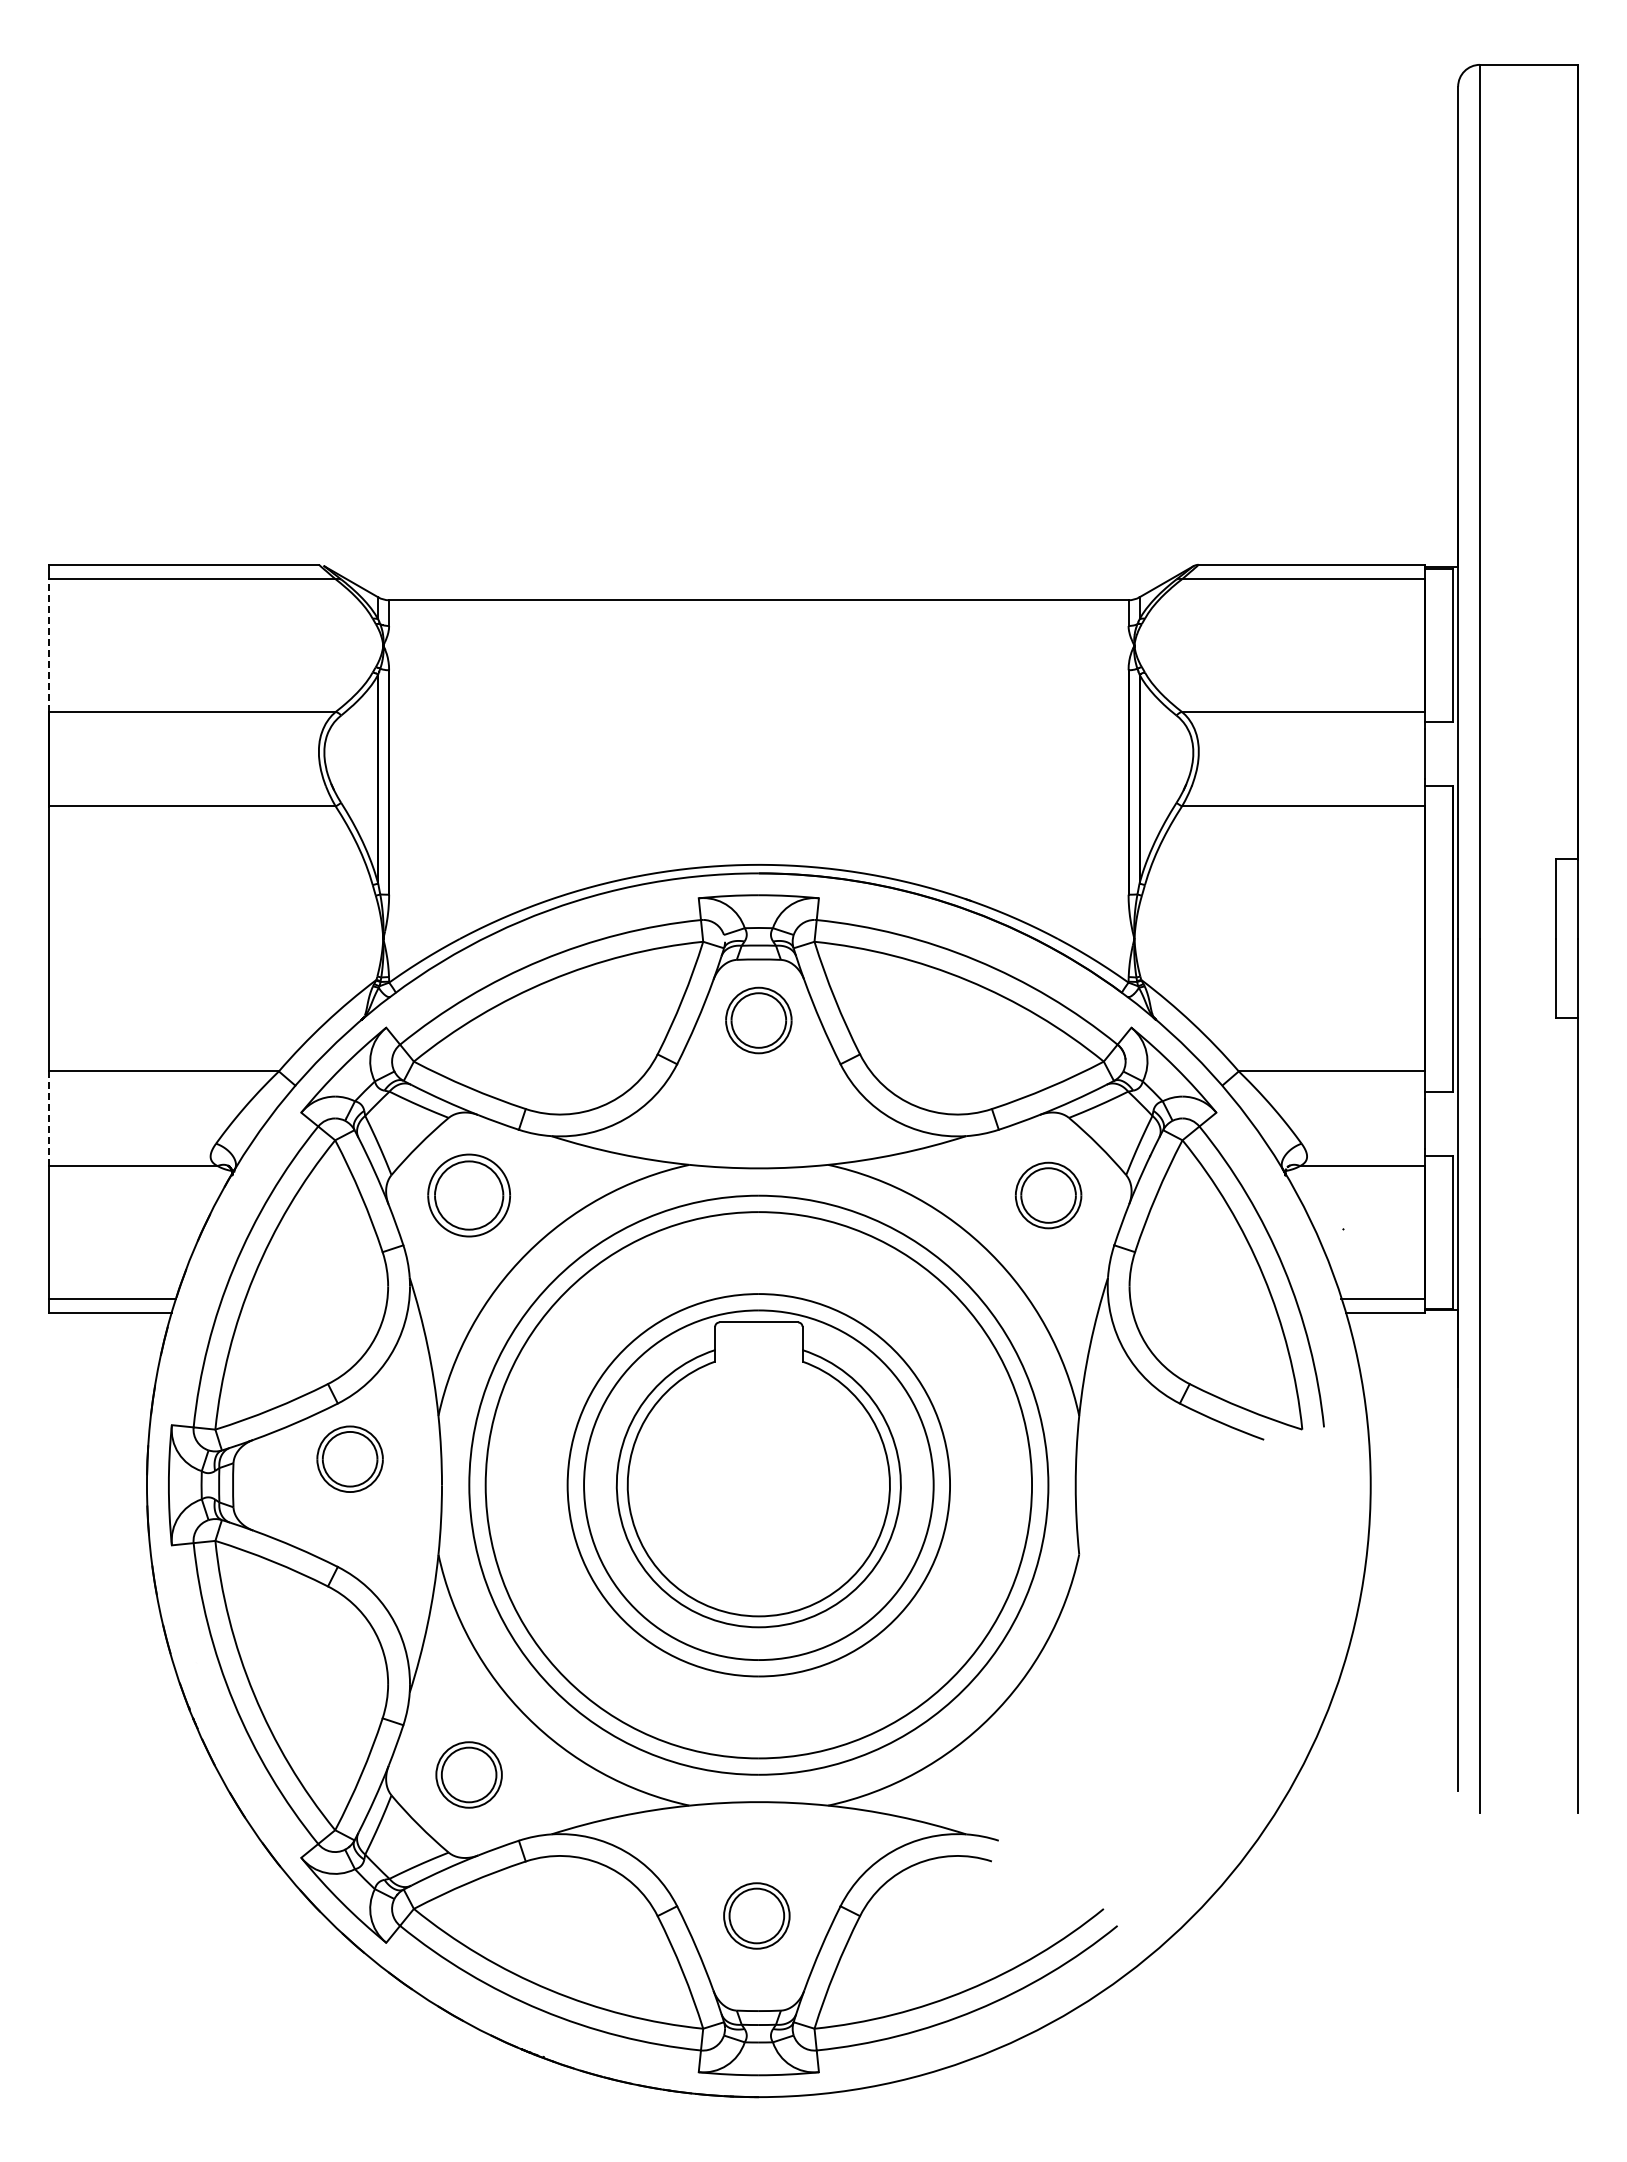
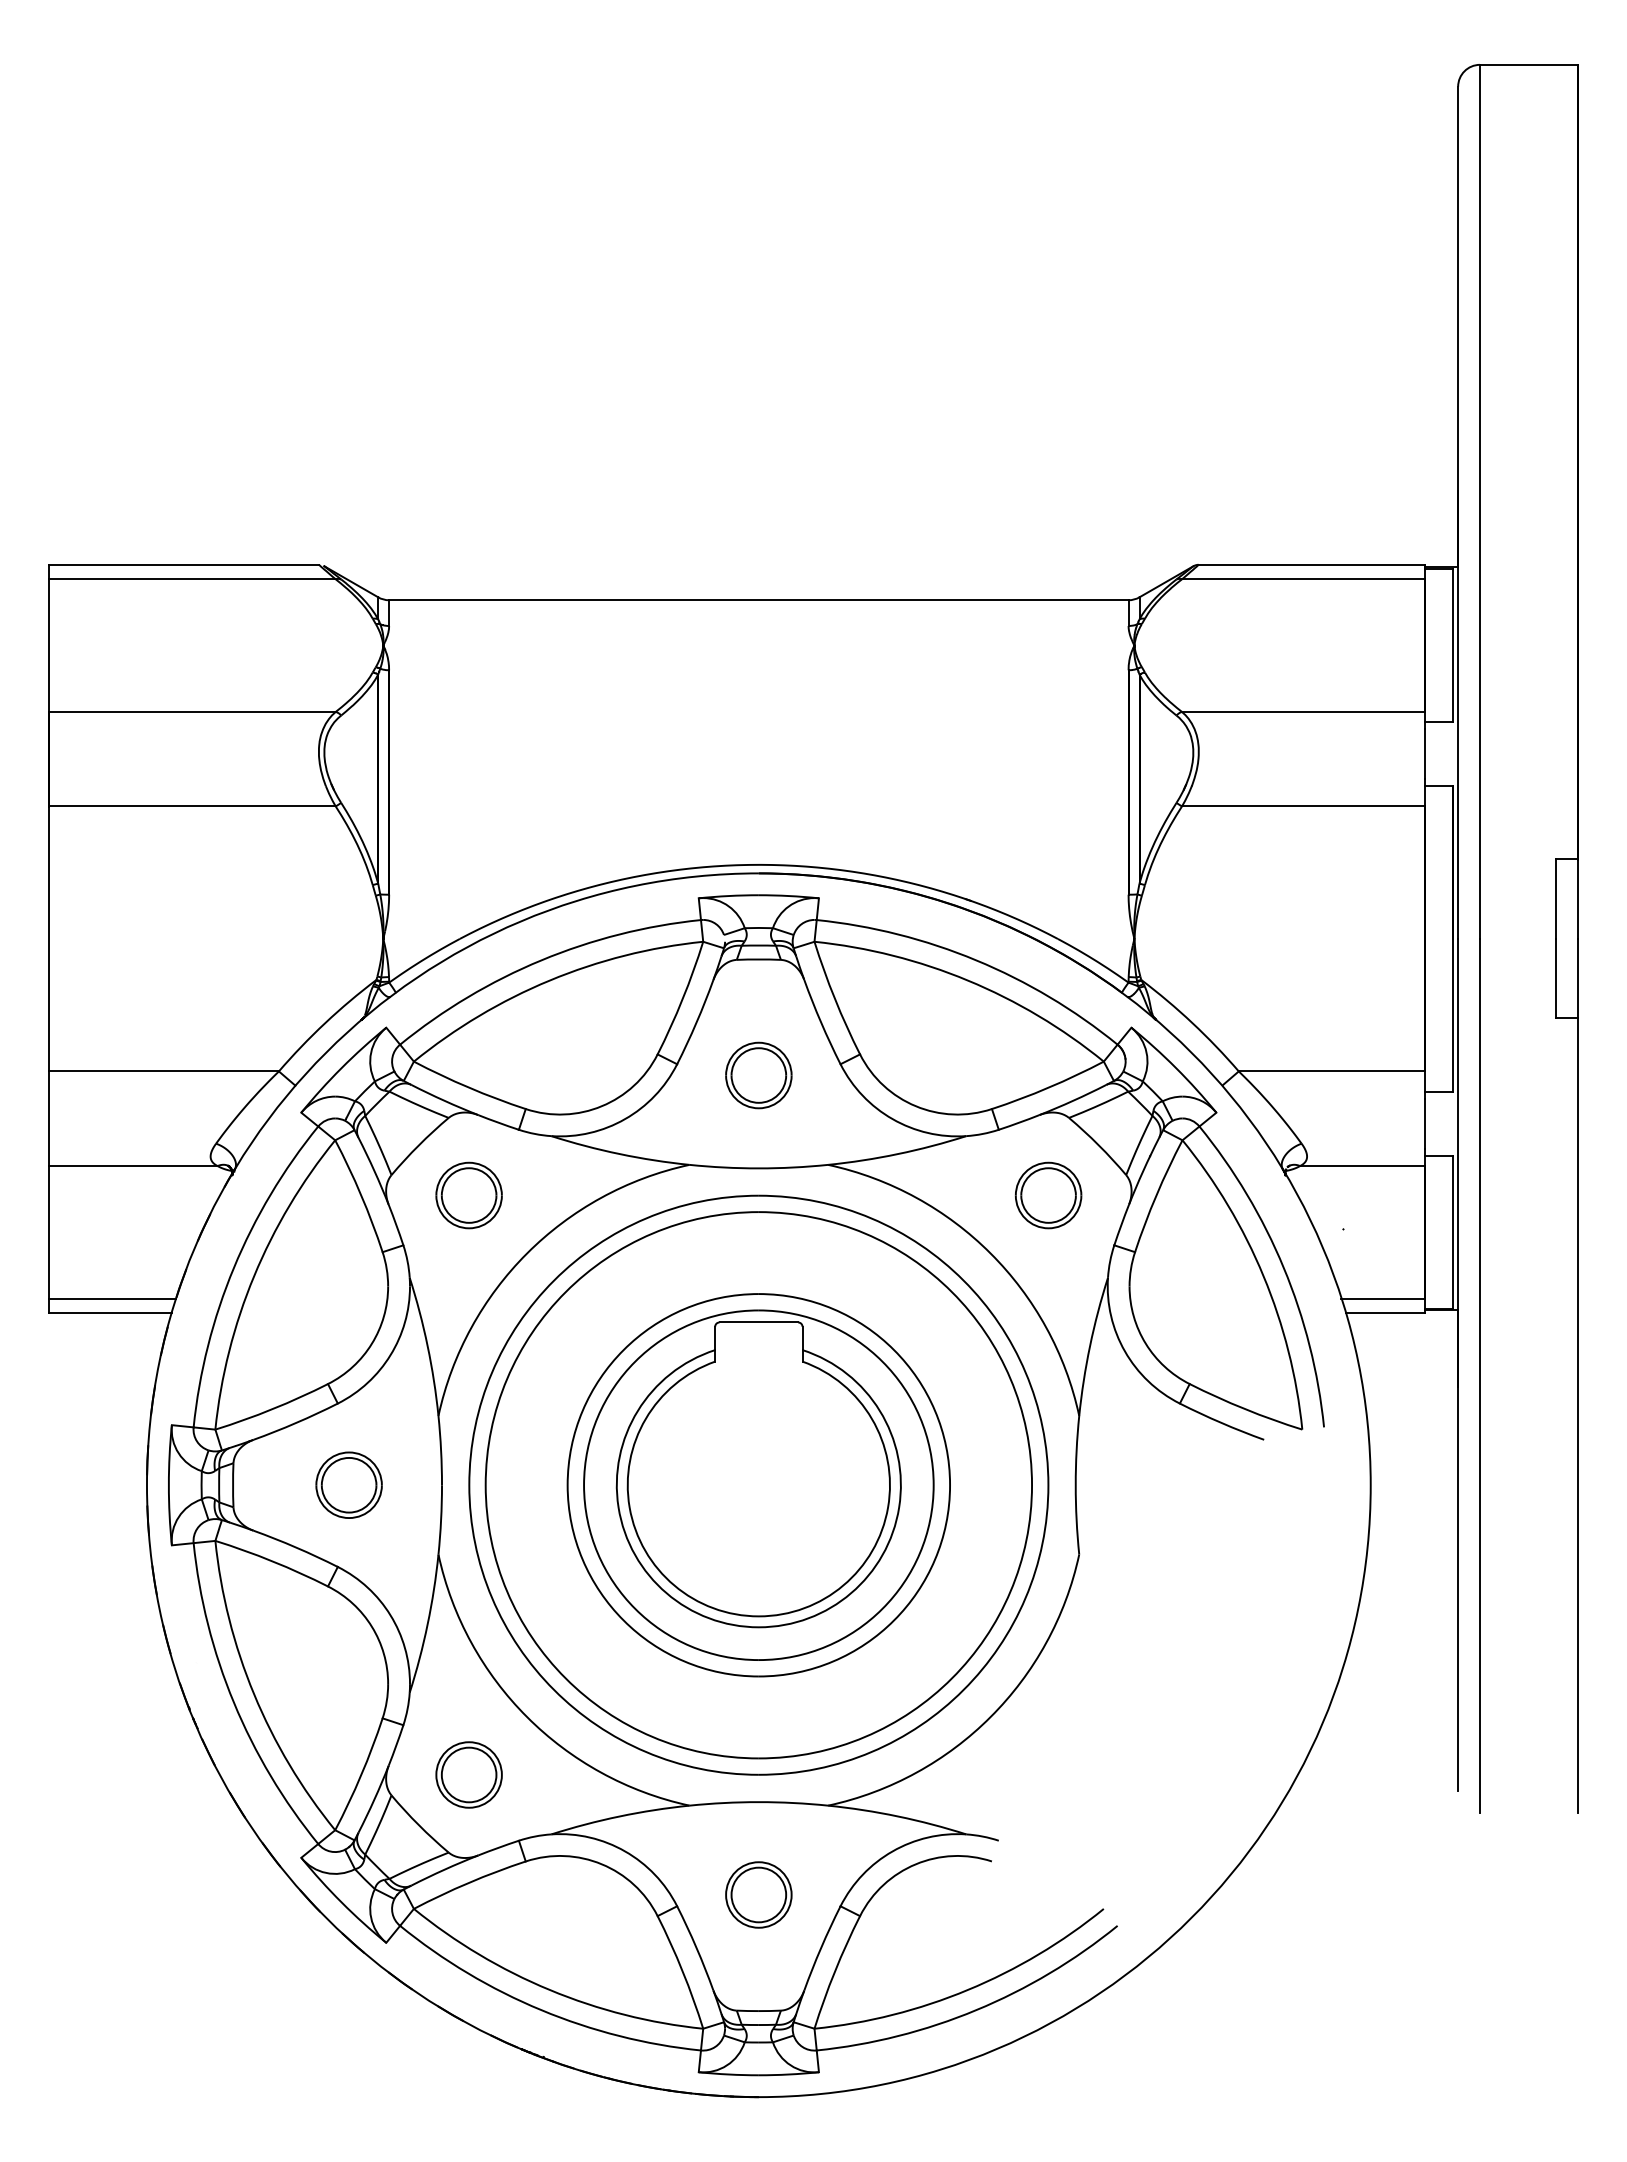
line at (48, 645): dashed -> solid
part at (758, 1020) position: (758, 1020) -> (758, 1075)
line at (48, 1118): dashed -> solid
part at (468, 1195) size: 84x85 px -> 68x69 px
part at (349, 1458) position: (349, 1458) -> (348, 1484)
part at (756, 1915) position: (756, 1915) -> (758, 1894)
